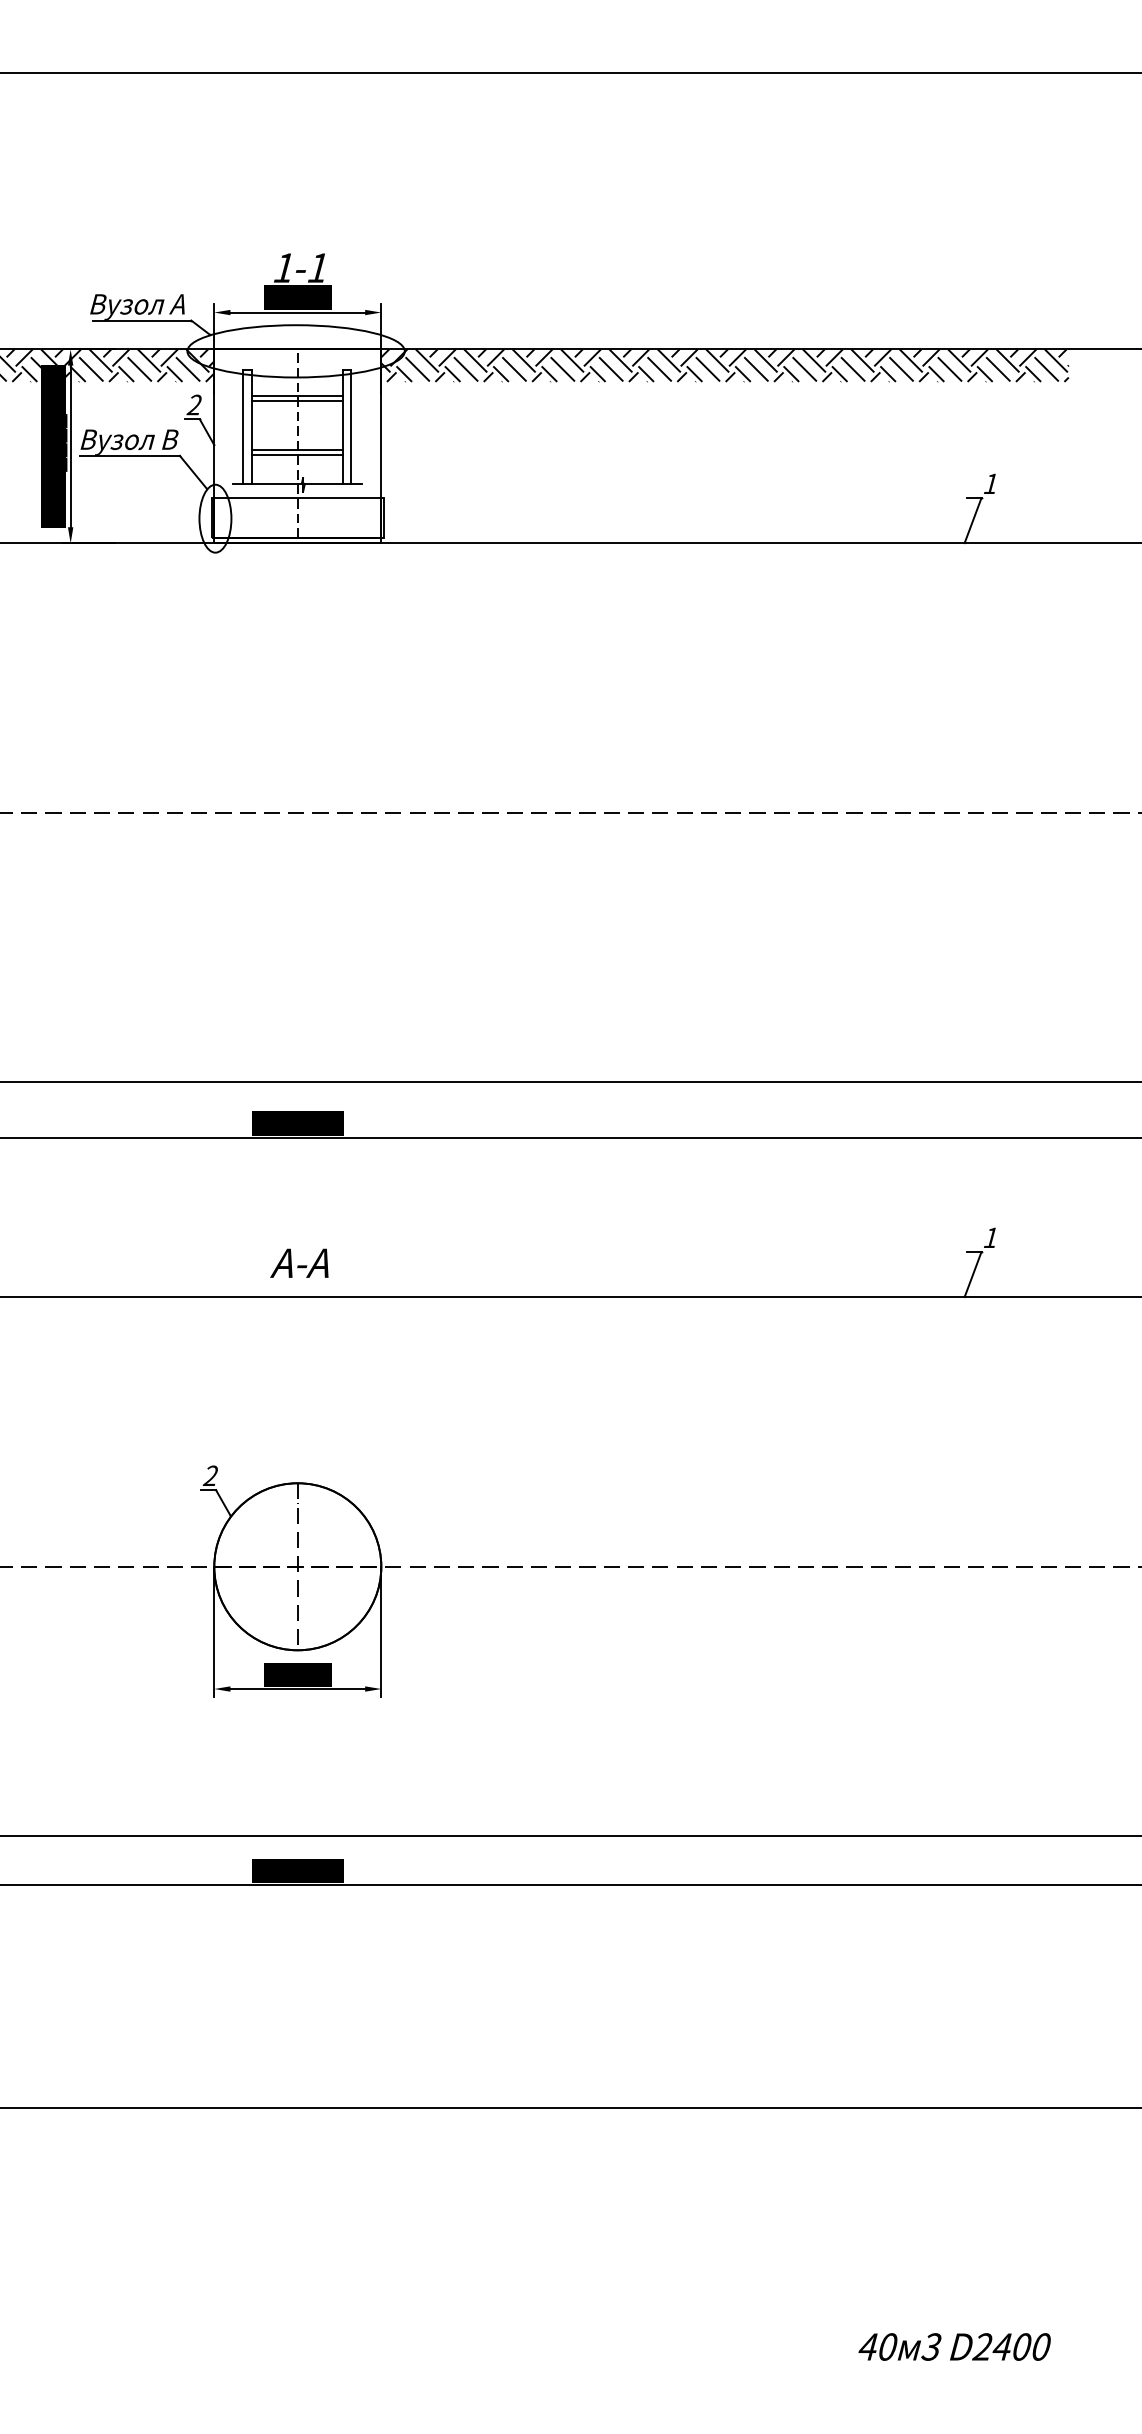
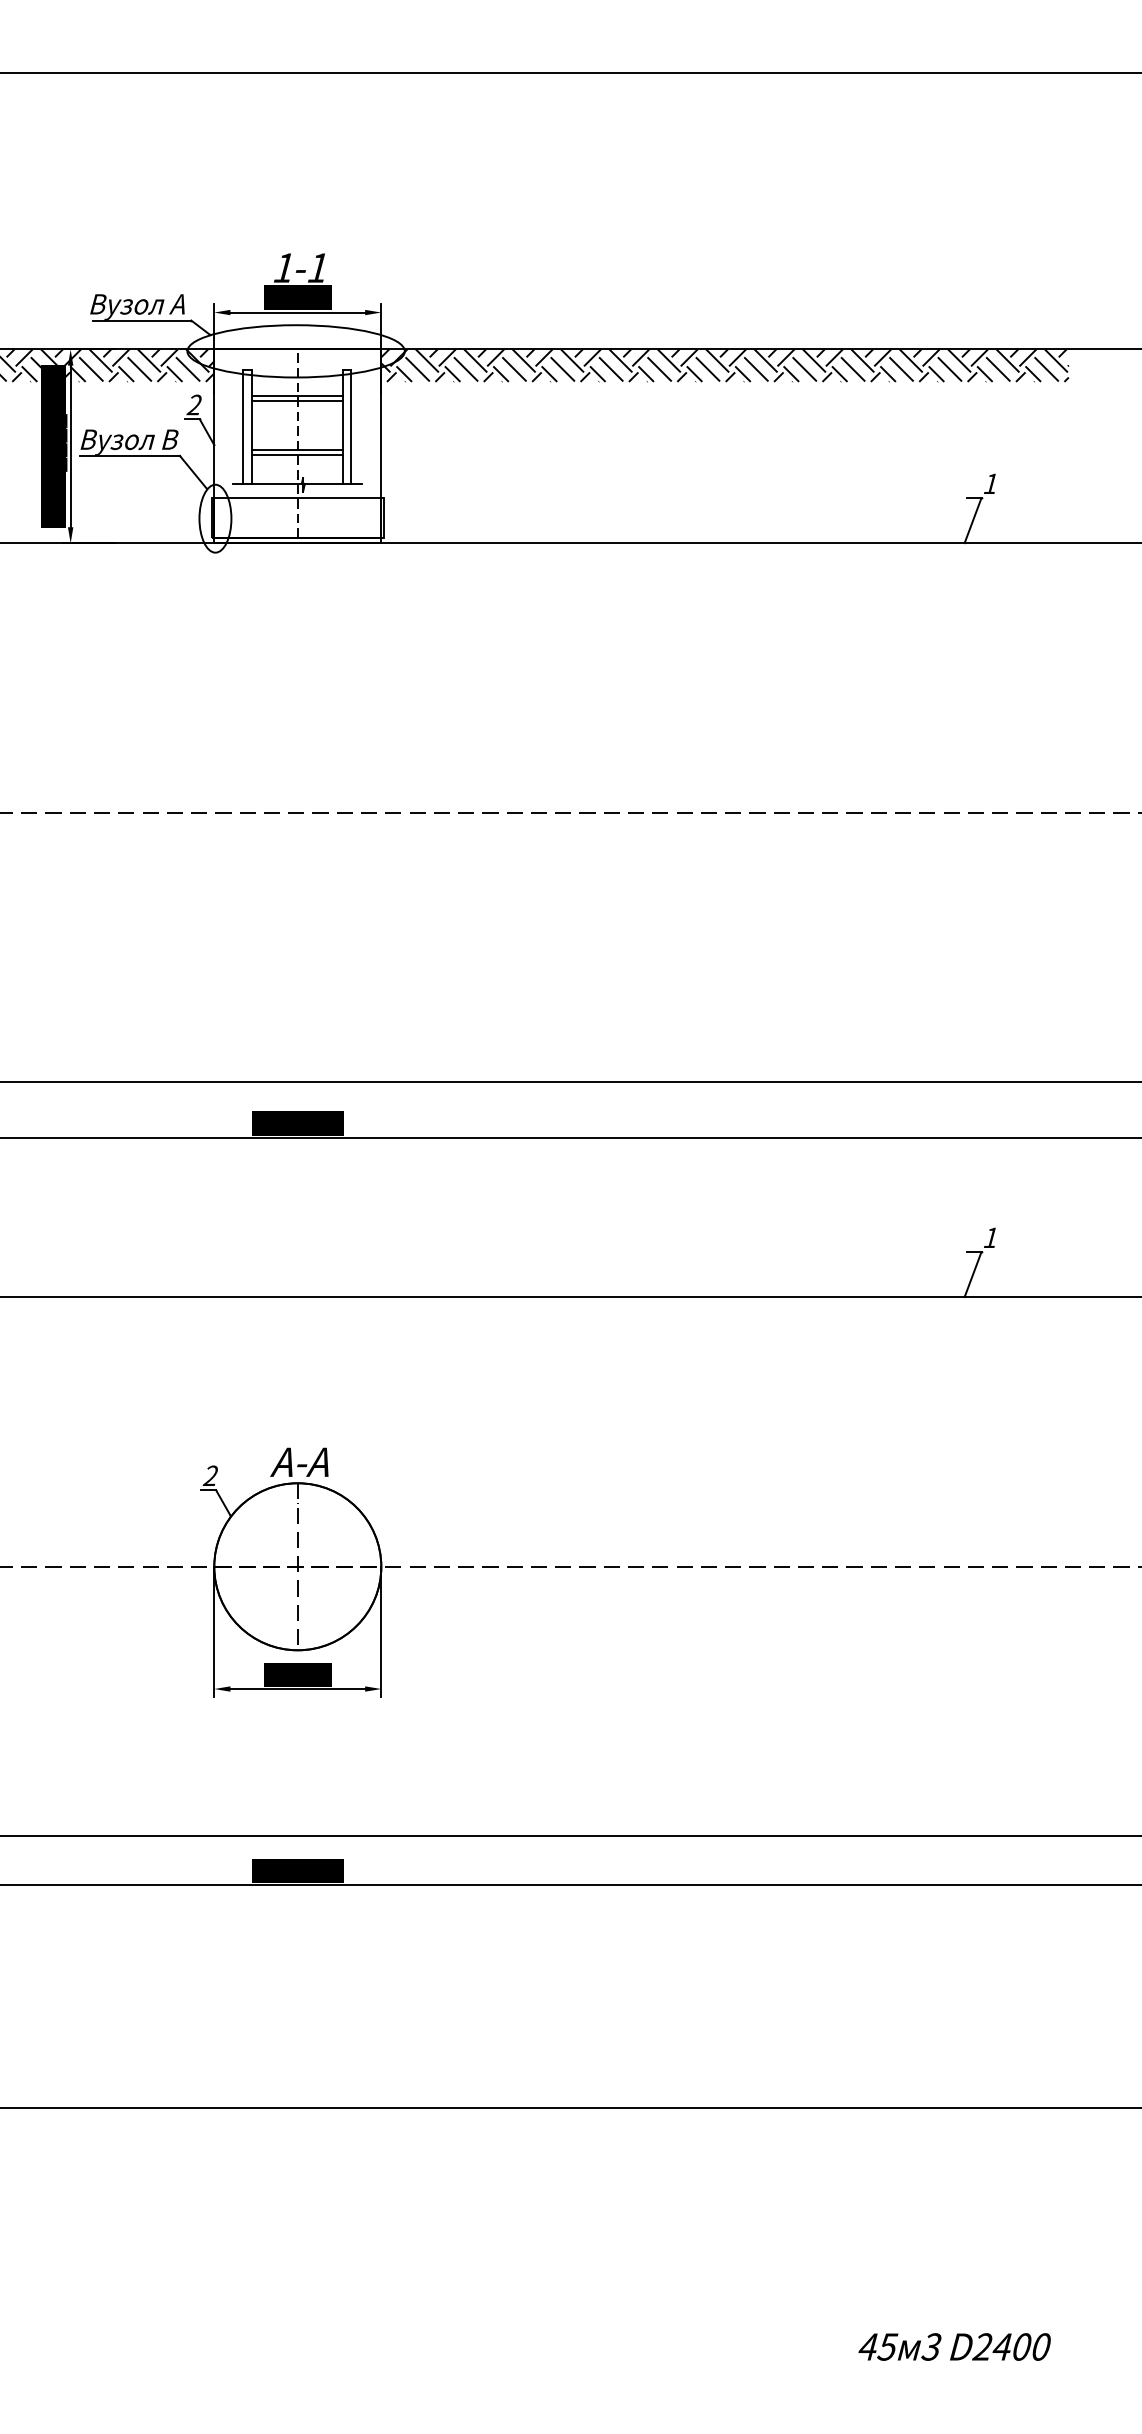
text at (299, 1262) position: (299, 1262) -> (299, 1461)
text at (887, 2346): 40 -> 45
